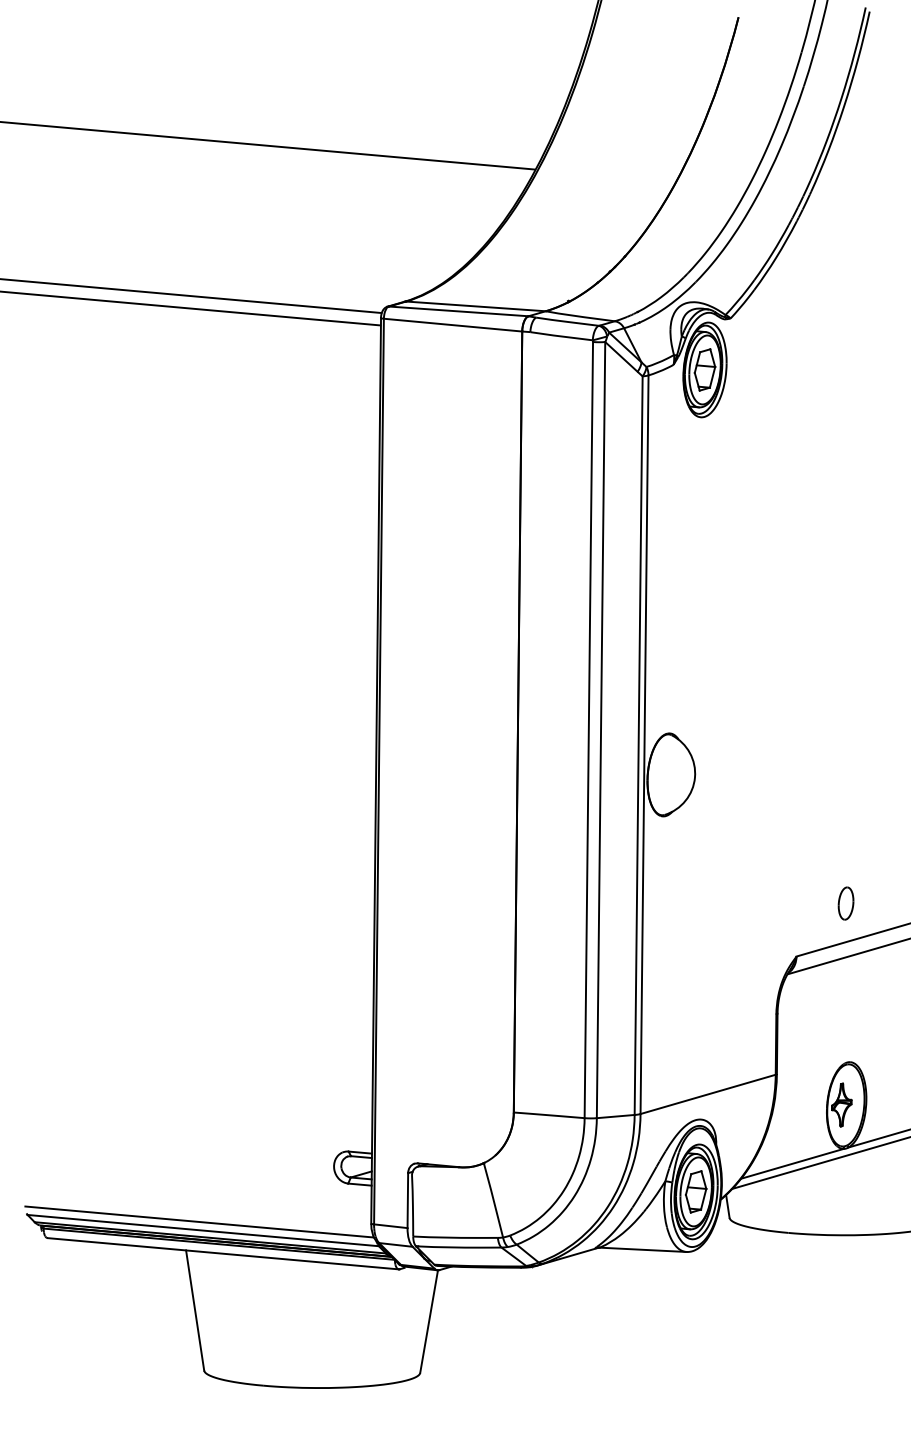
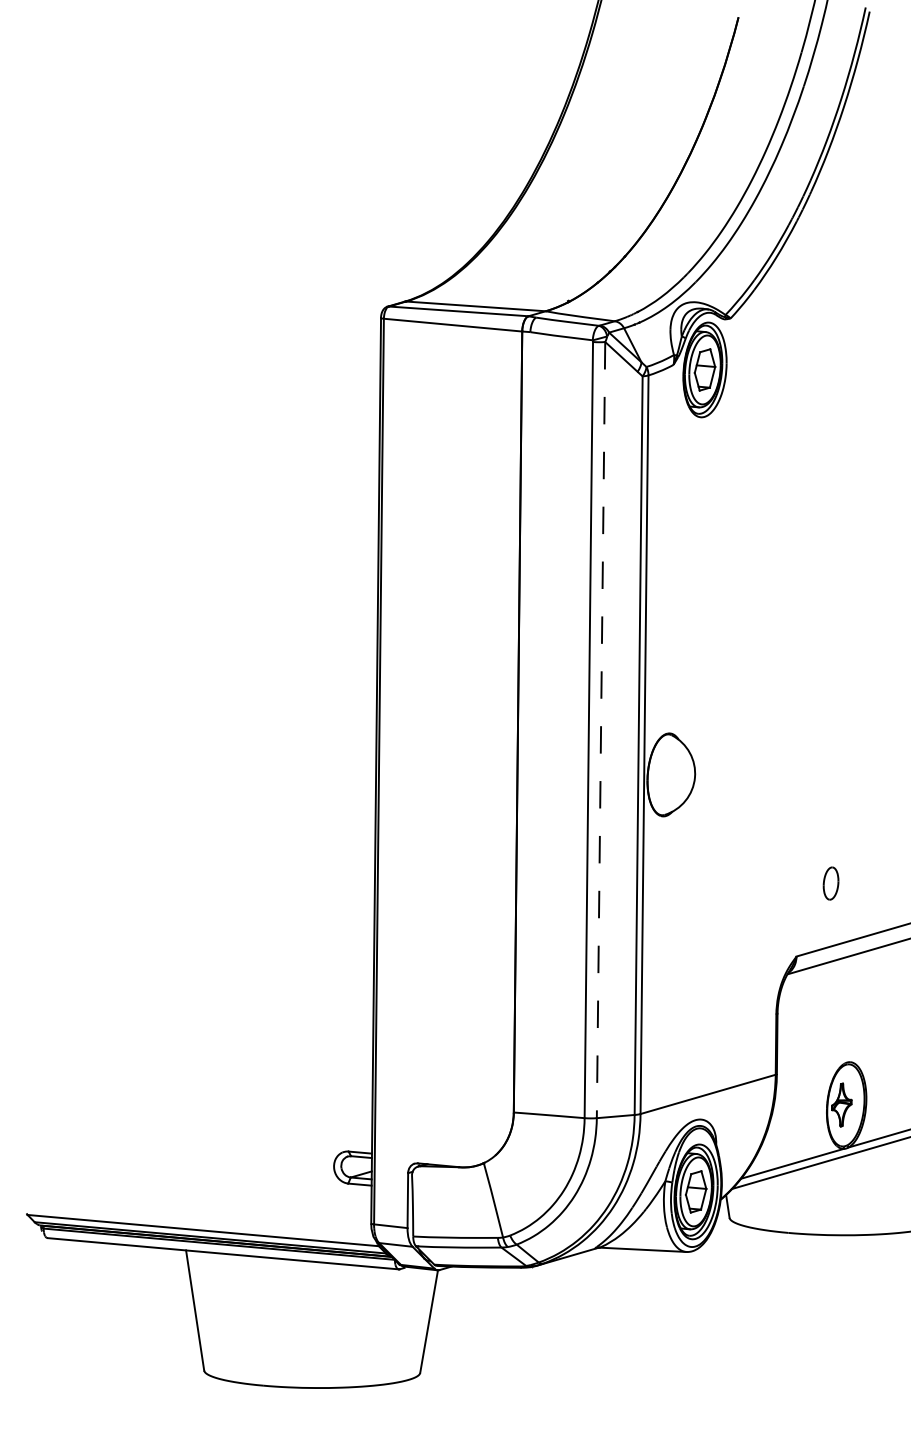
line at (268, 145): present -> none
line at (191, 296): present -> none
line at (191, 308): present -> none
line at (601, 730): solid -> dashed
part at (845, 903) position: (845, 903) -> (830, 883)
line at (199, 1221): present -> none
